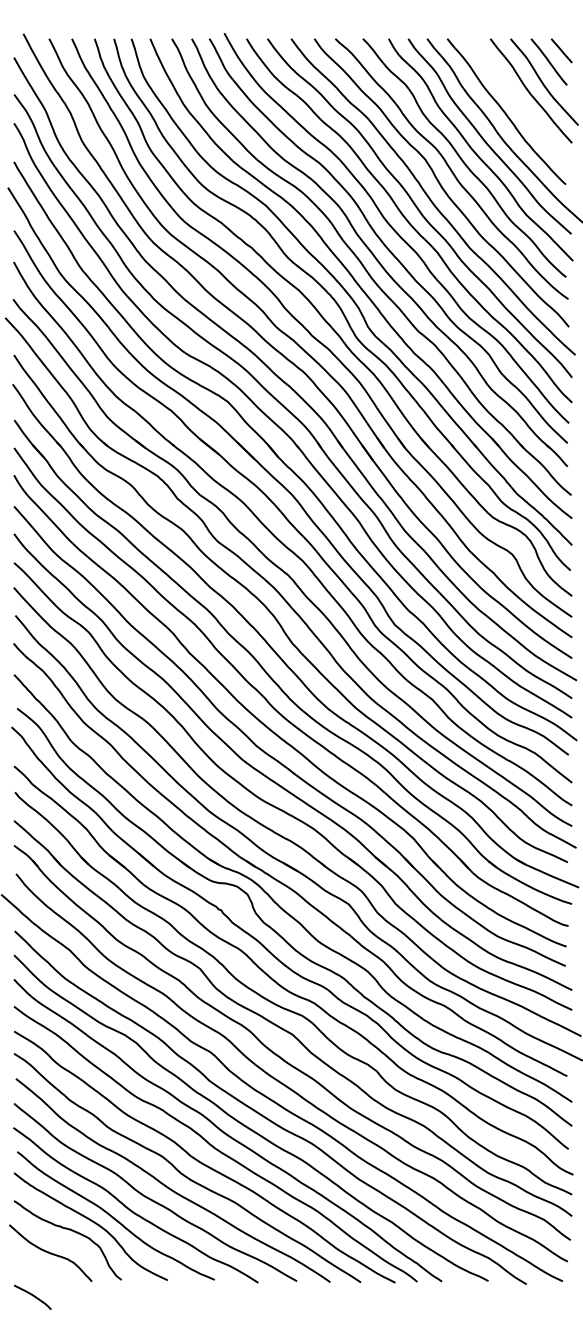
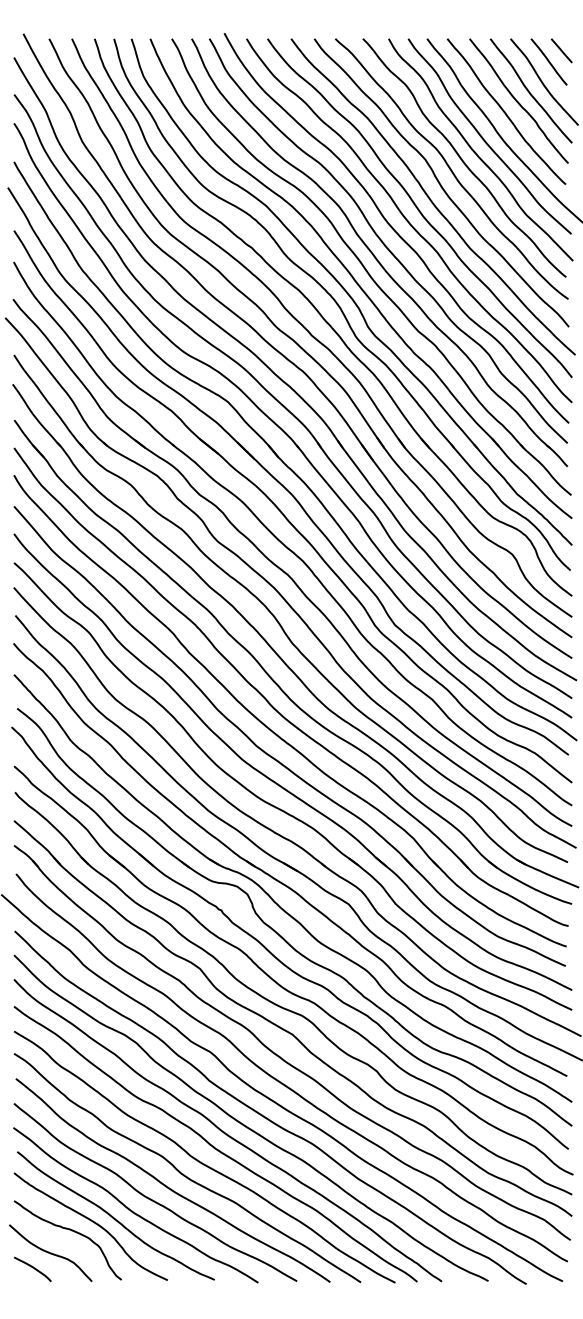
curve at (517, 100): none -> present
curve at (32, 1296) position: (32, 1296) -> (32, 1268)
